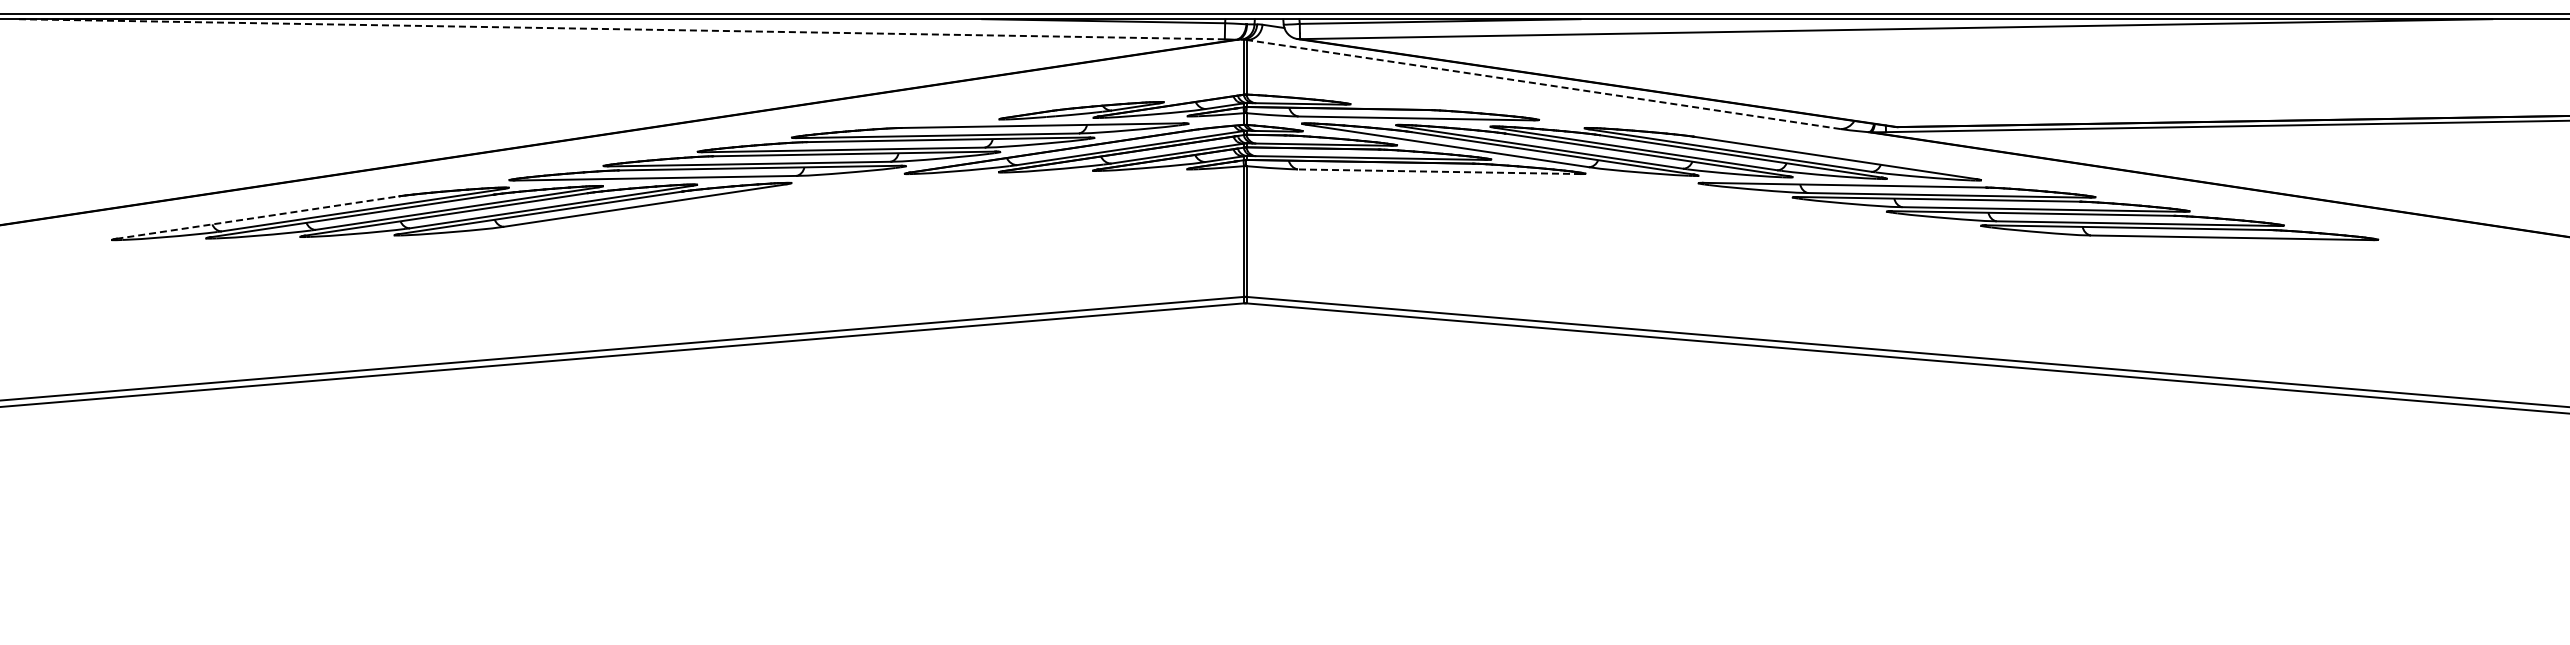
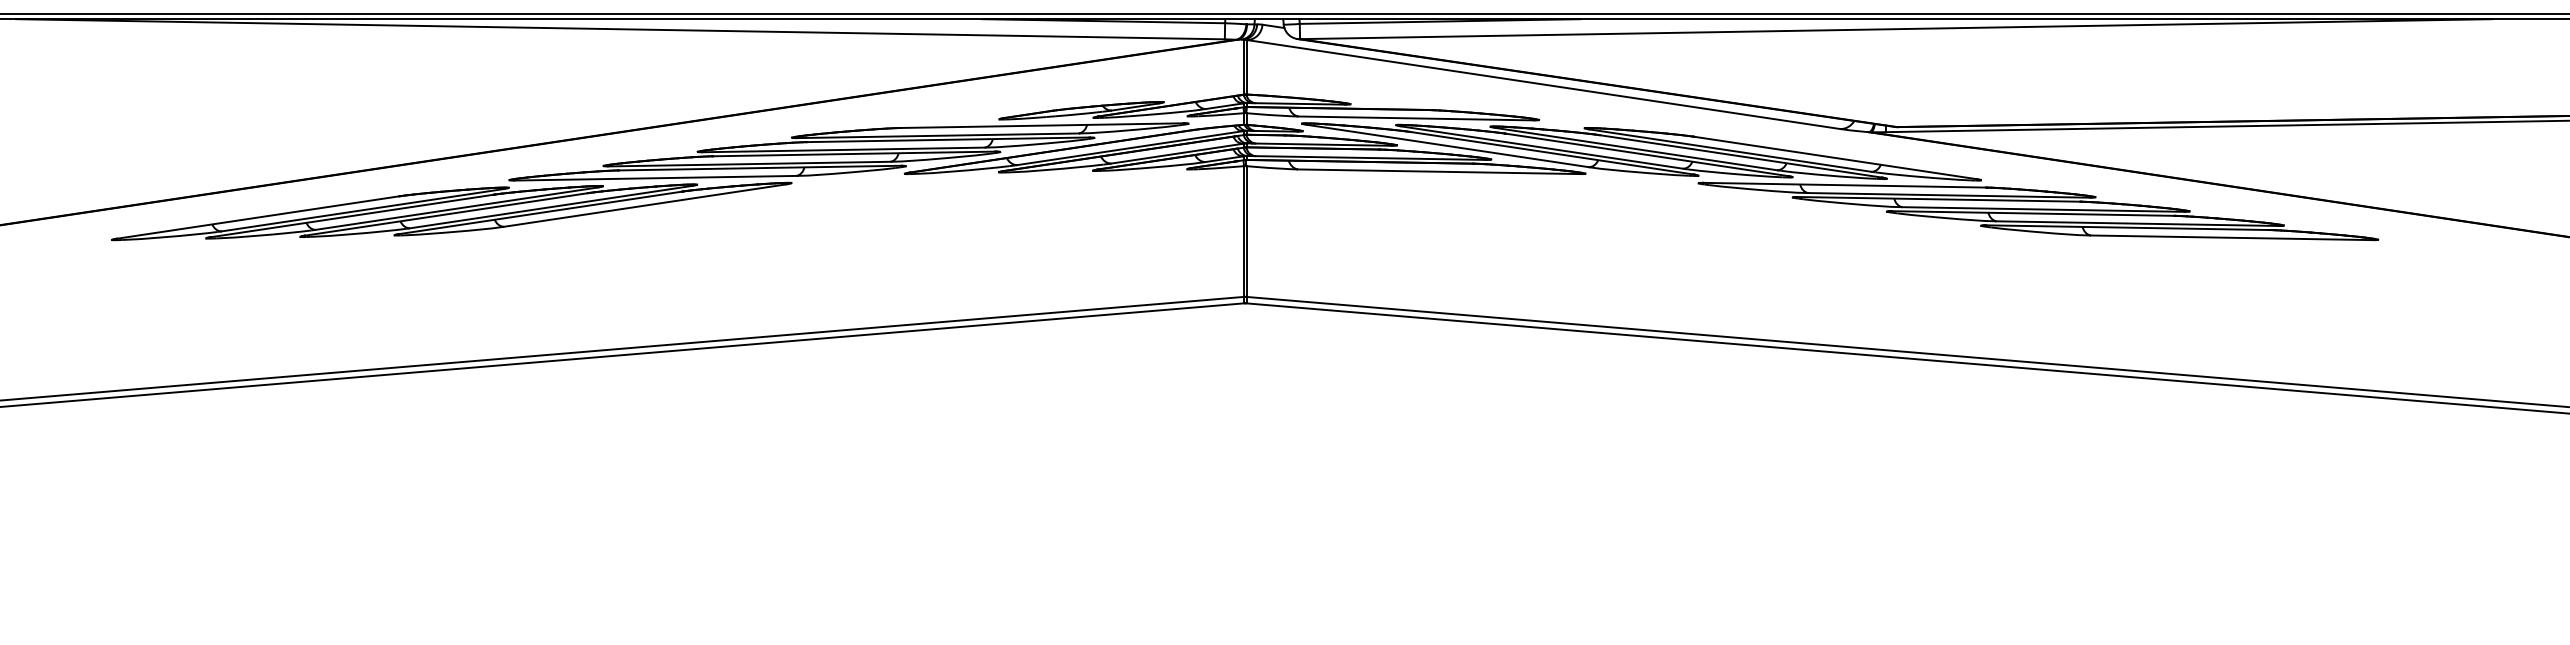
line at (620, 29): dashed -> solid
line at (1542, 84): dashed -> solid
line at (1439, 171): dashed -> solid
line at (258, 217): dashed -> solid
